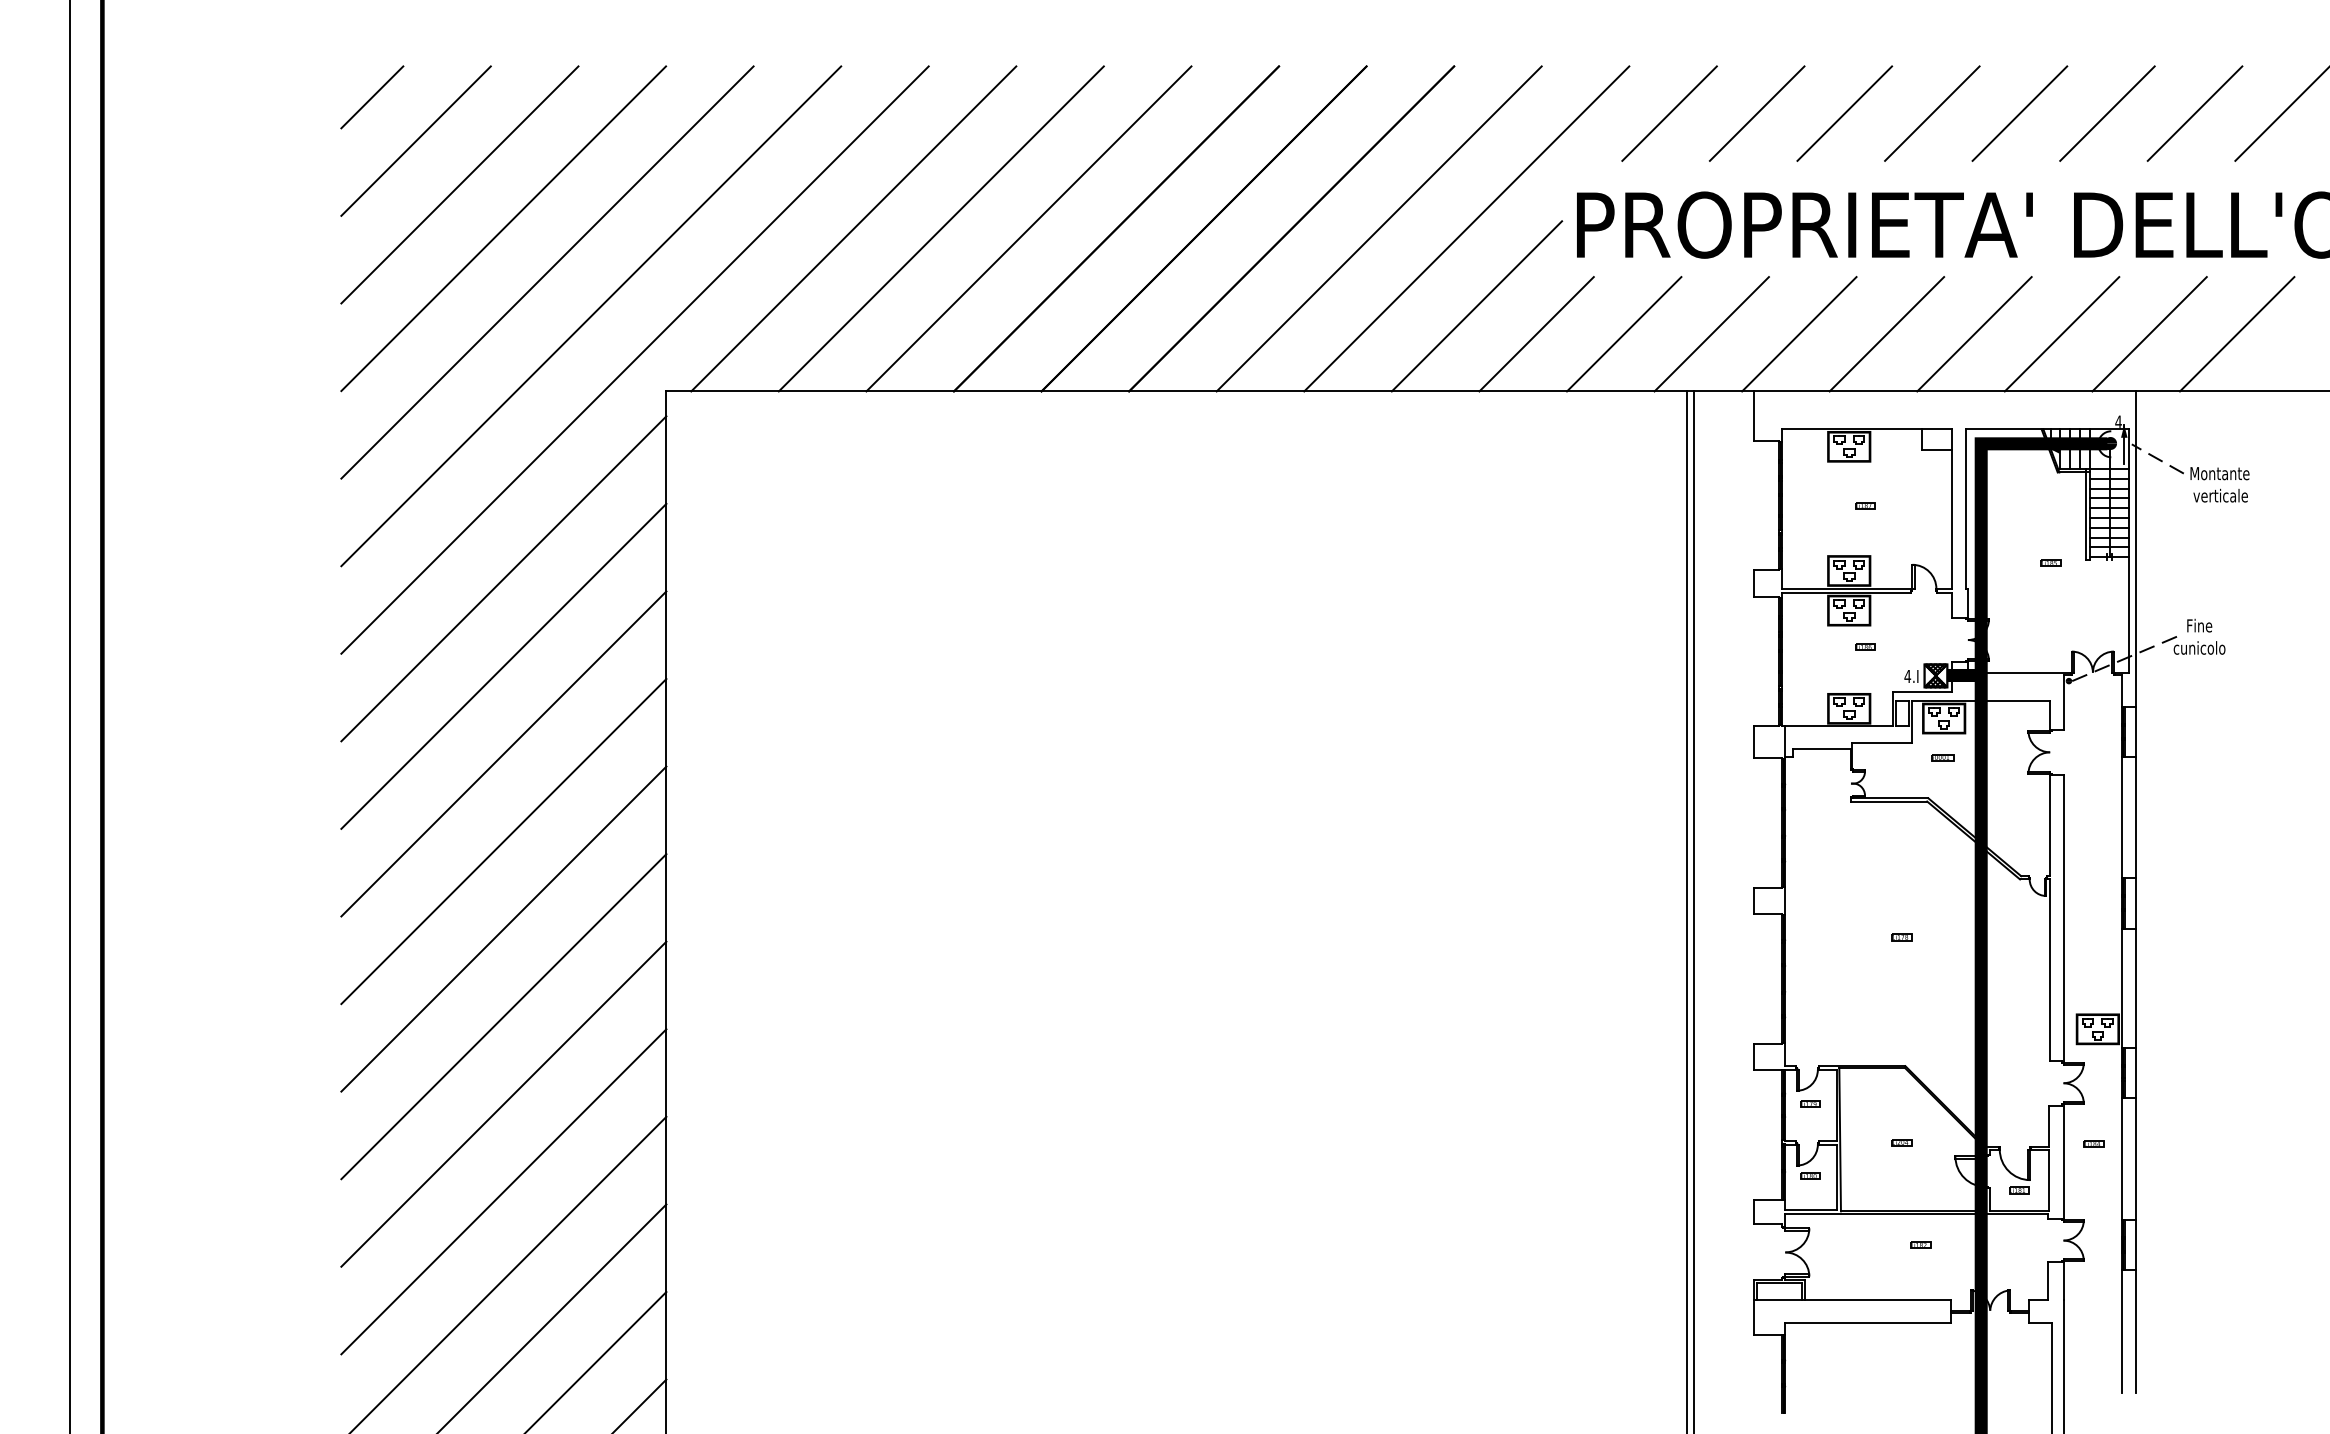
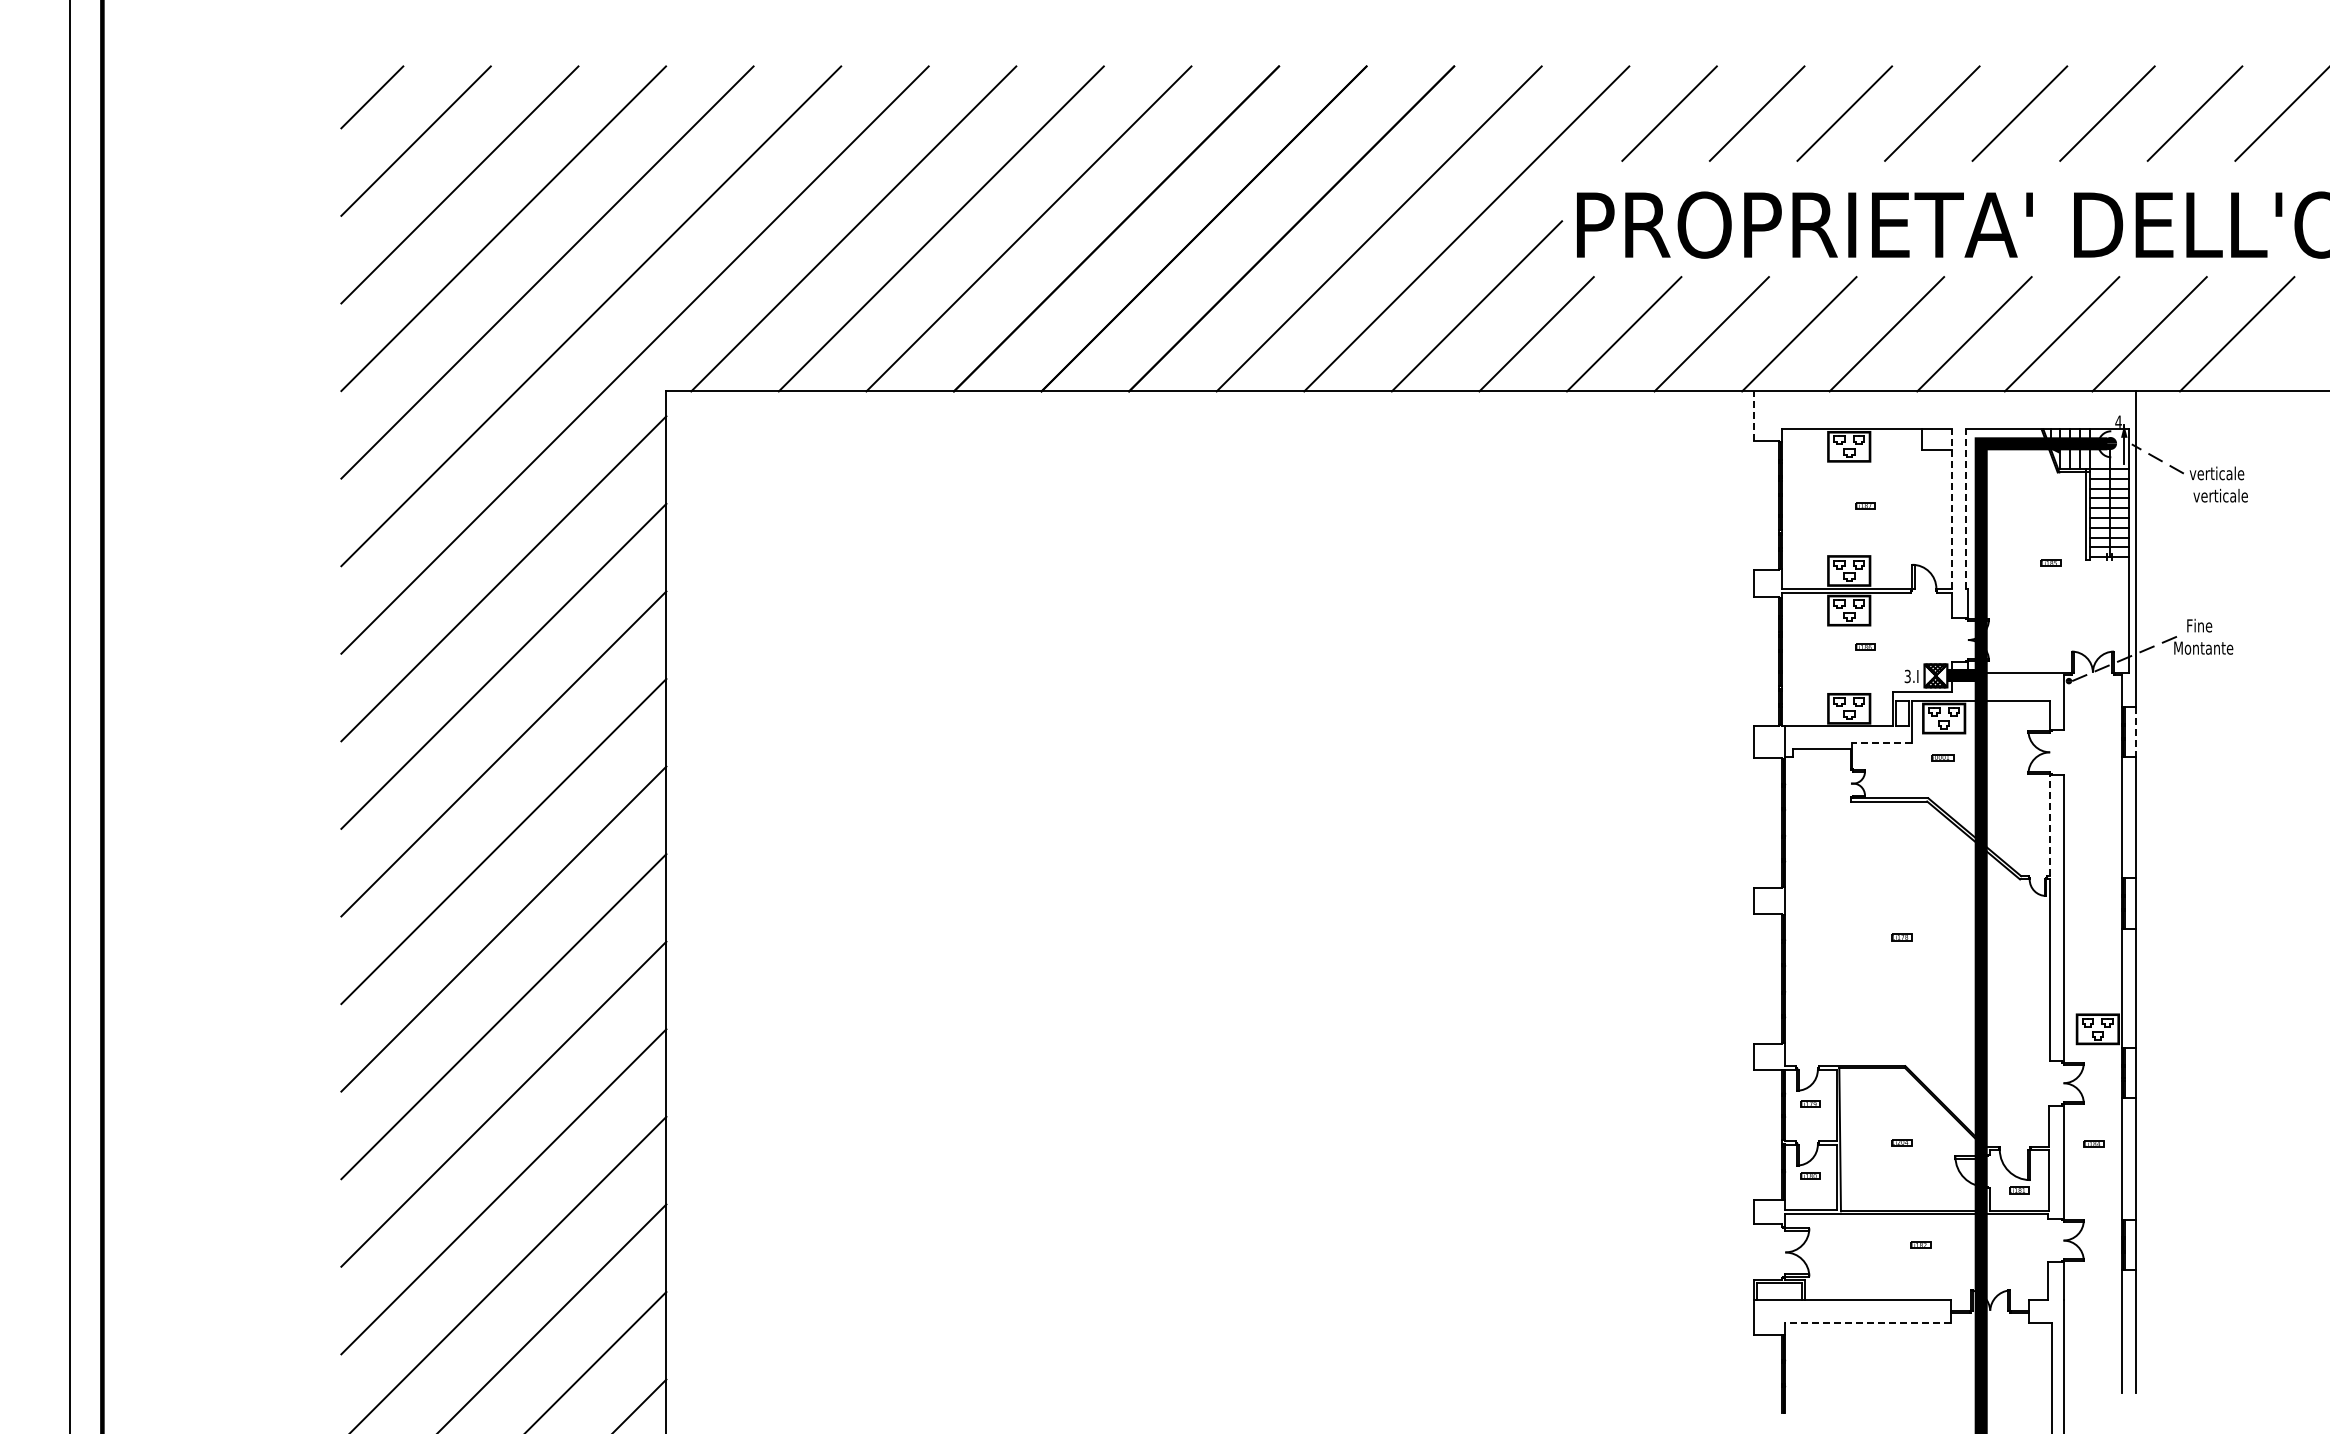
line at (1753, 416): solid -> dashed
text at (2219, 473): Montante -> verticale
line at (1952, 509): solid -> dashed
line at (1965, 509): solid -> dashed
text at (2203, 647): cunicolo -> Montante
text at (1907, 676): 4.I -> 3.I
line at (2136, 732): solid -> dashed
line at (1881, 743): solid -> dashed
line at (2050, 825): solid -> dashed
line at (1687, 910): present -> none
line at (1693, 910): present -> none
line at (1867, 1323): solid -> dashed
